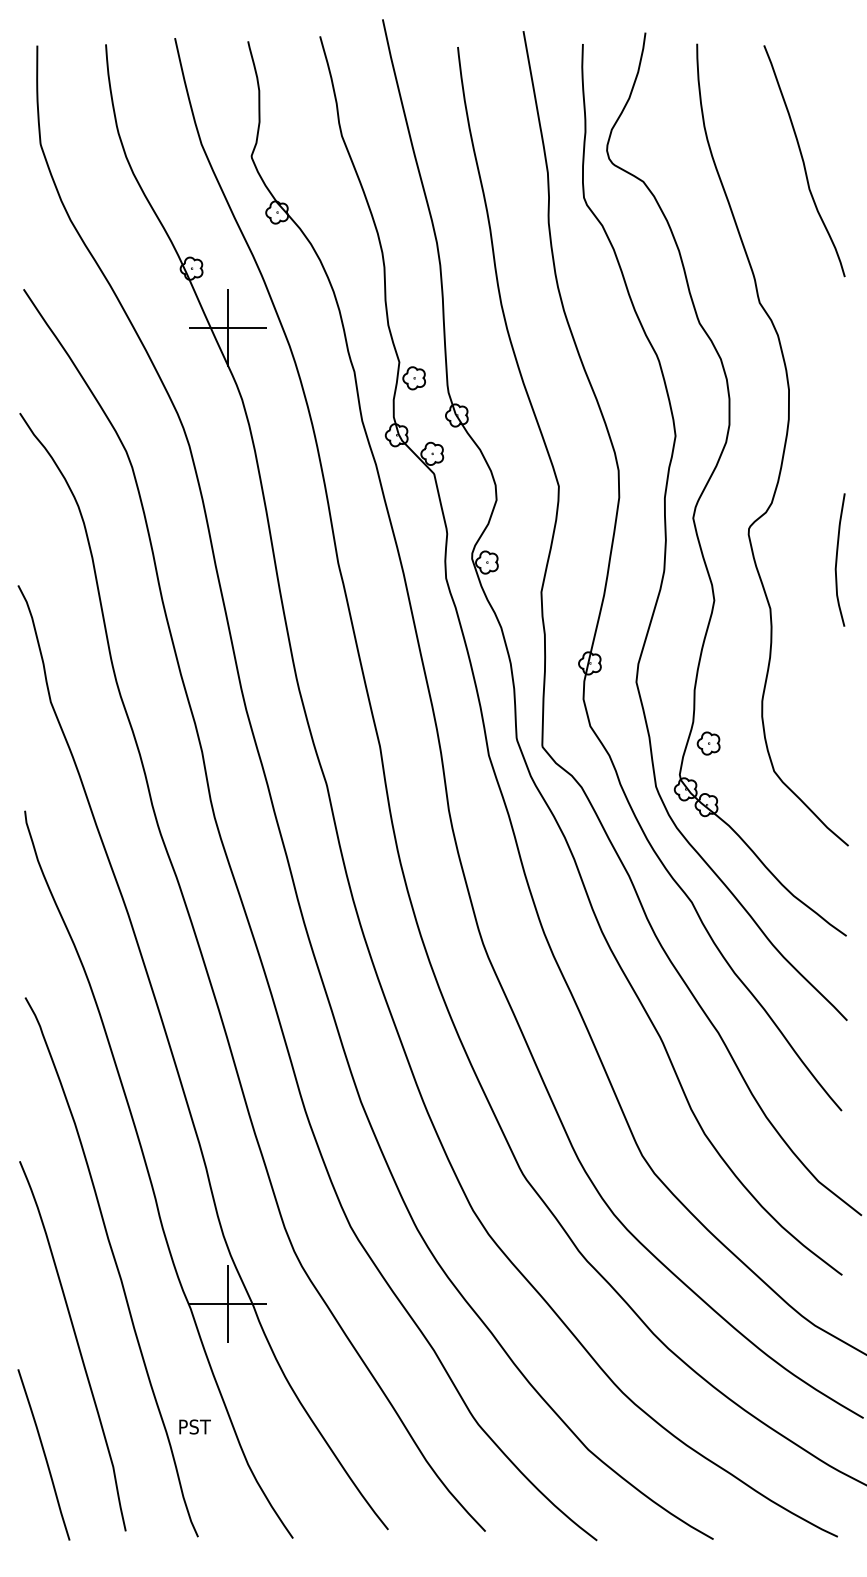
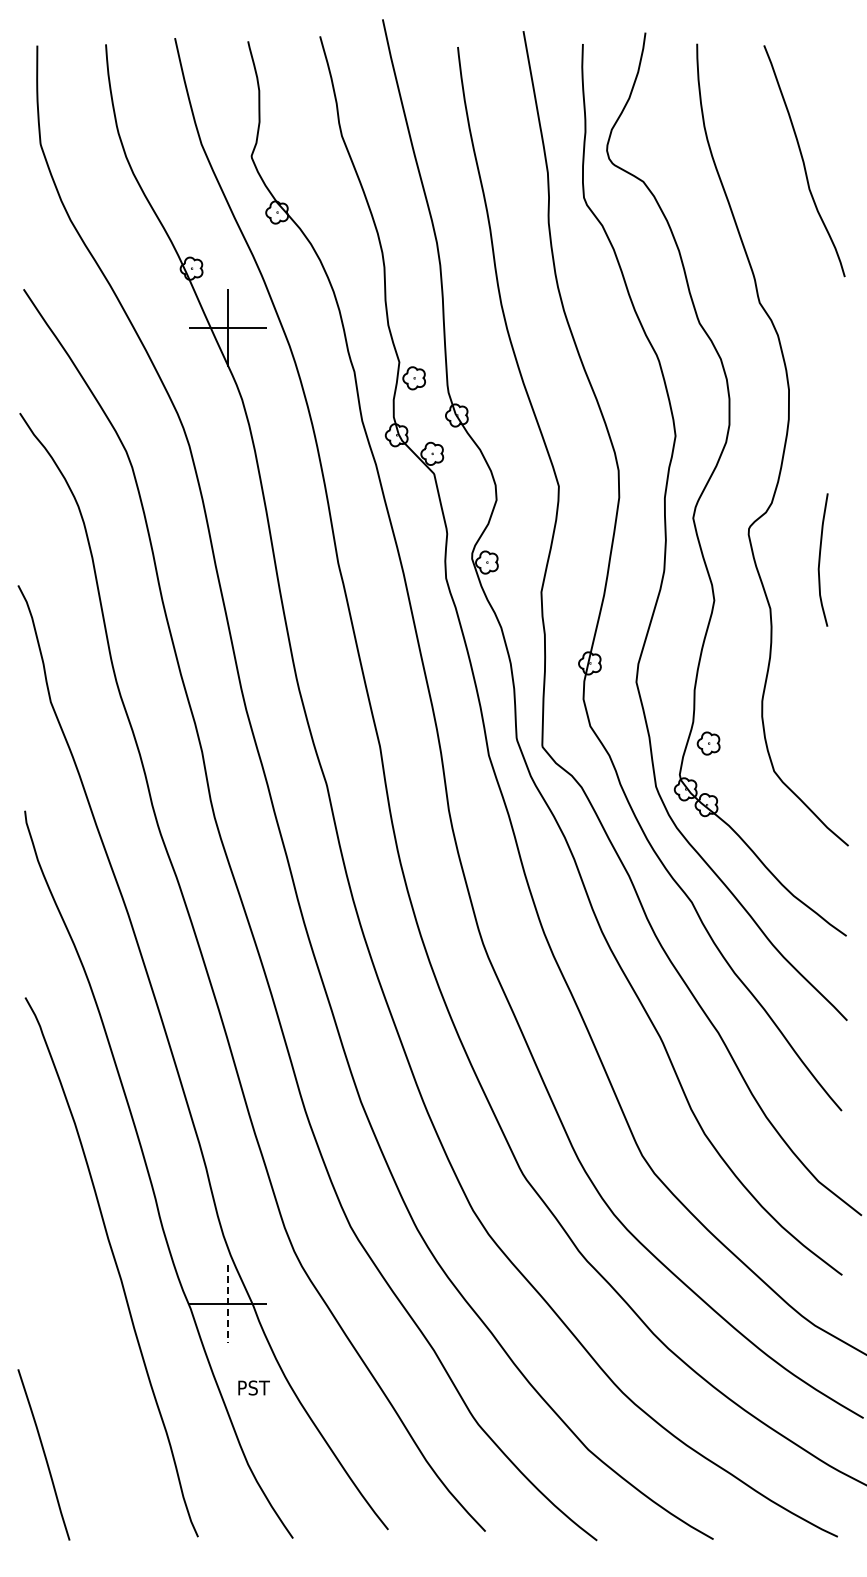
curve at (837, 559) position: (837, 559) -> (820, 559)
line at (227, 1304): solid -> dashed
curve at (76, 1343): present -> none
text at (194, 1426) position: (194, 1426) -> (253, 1387)
